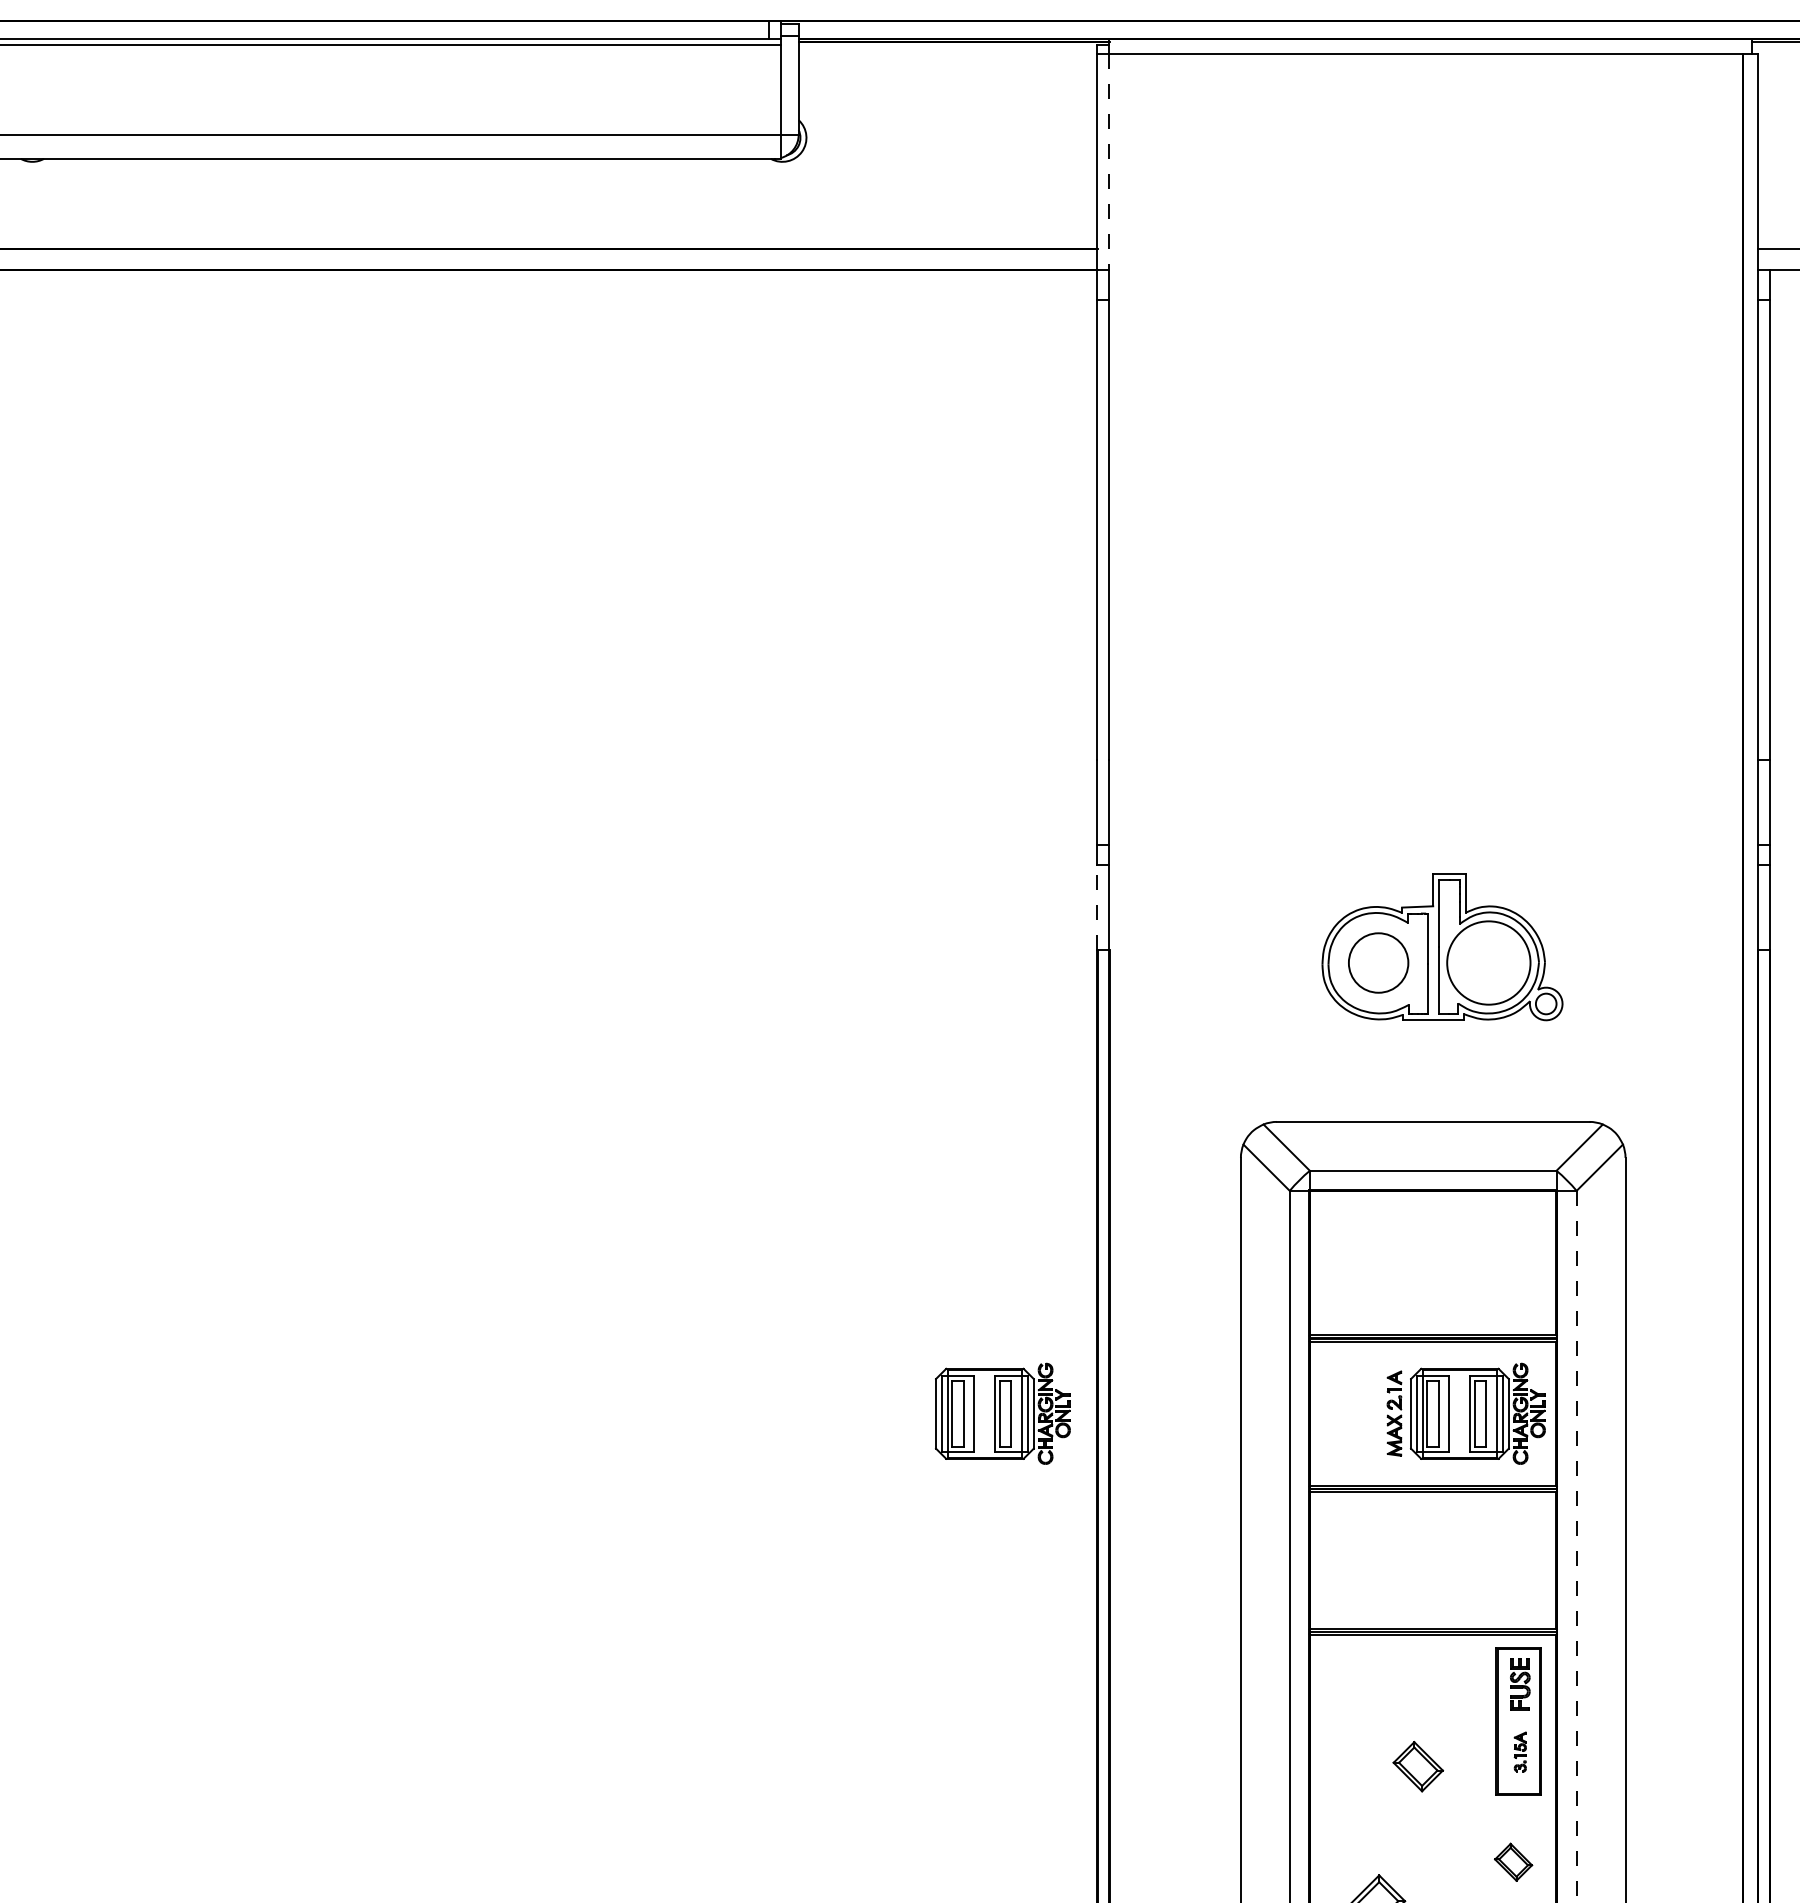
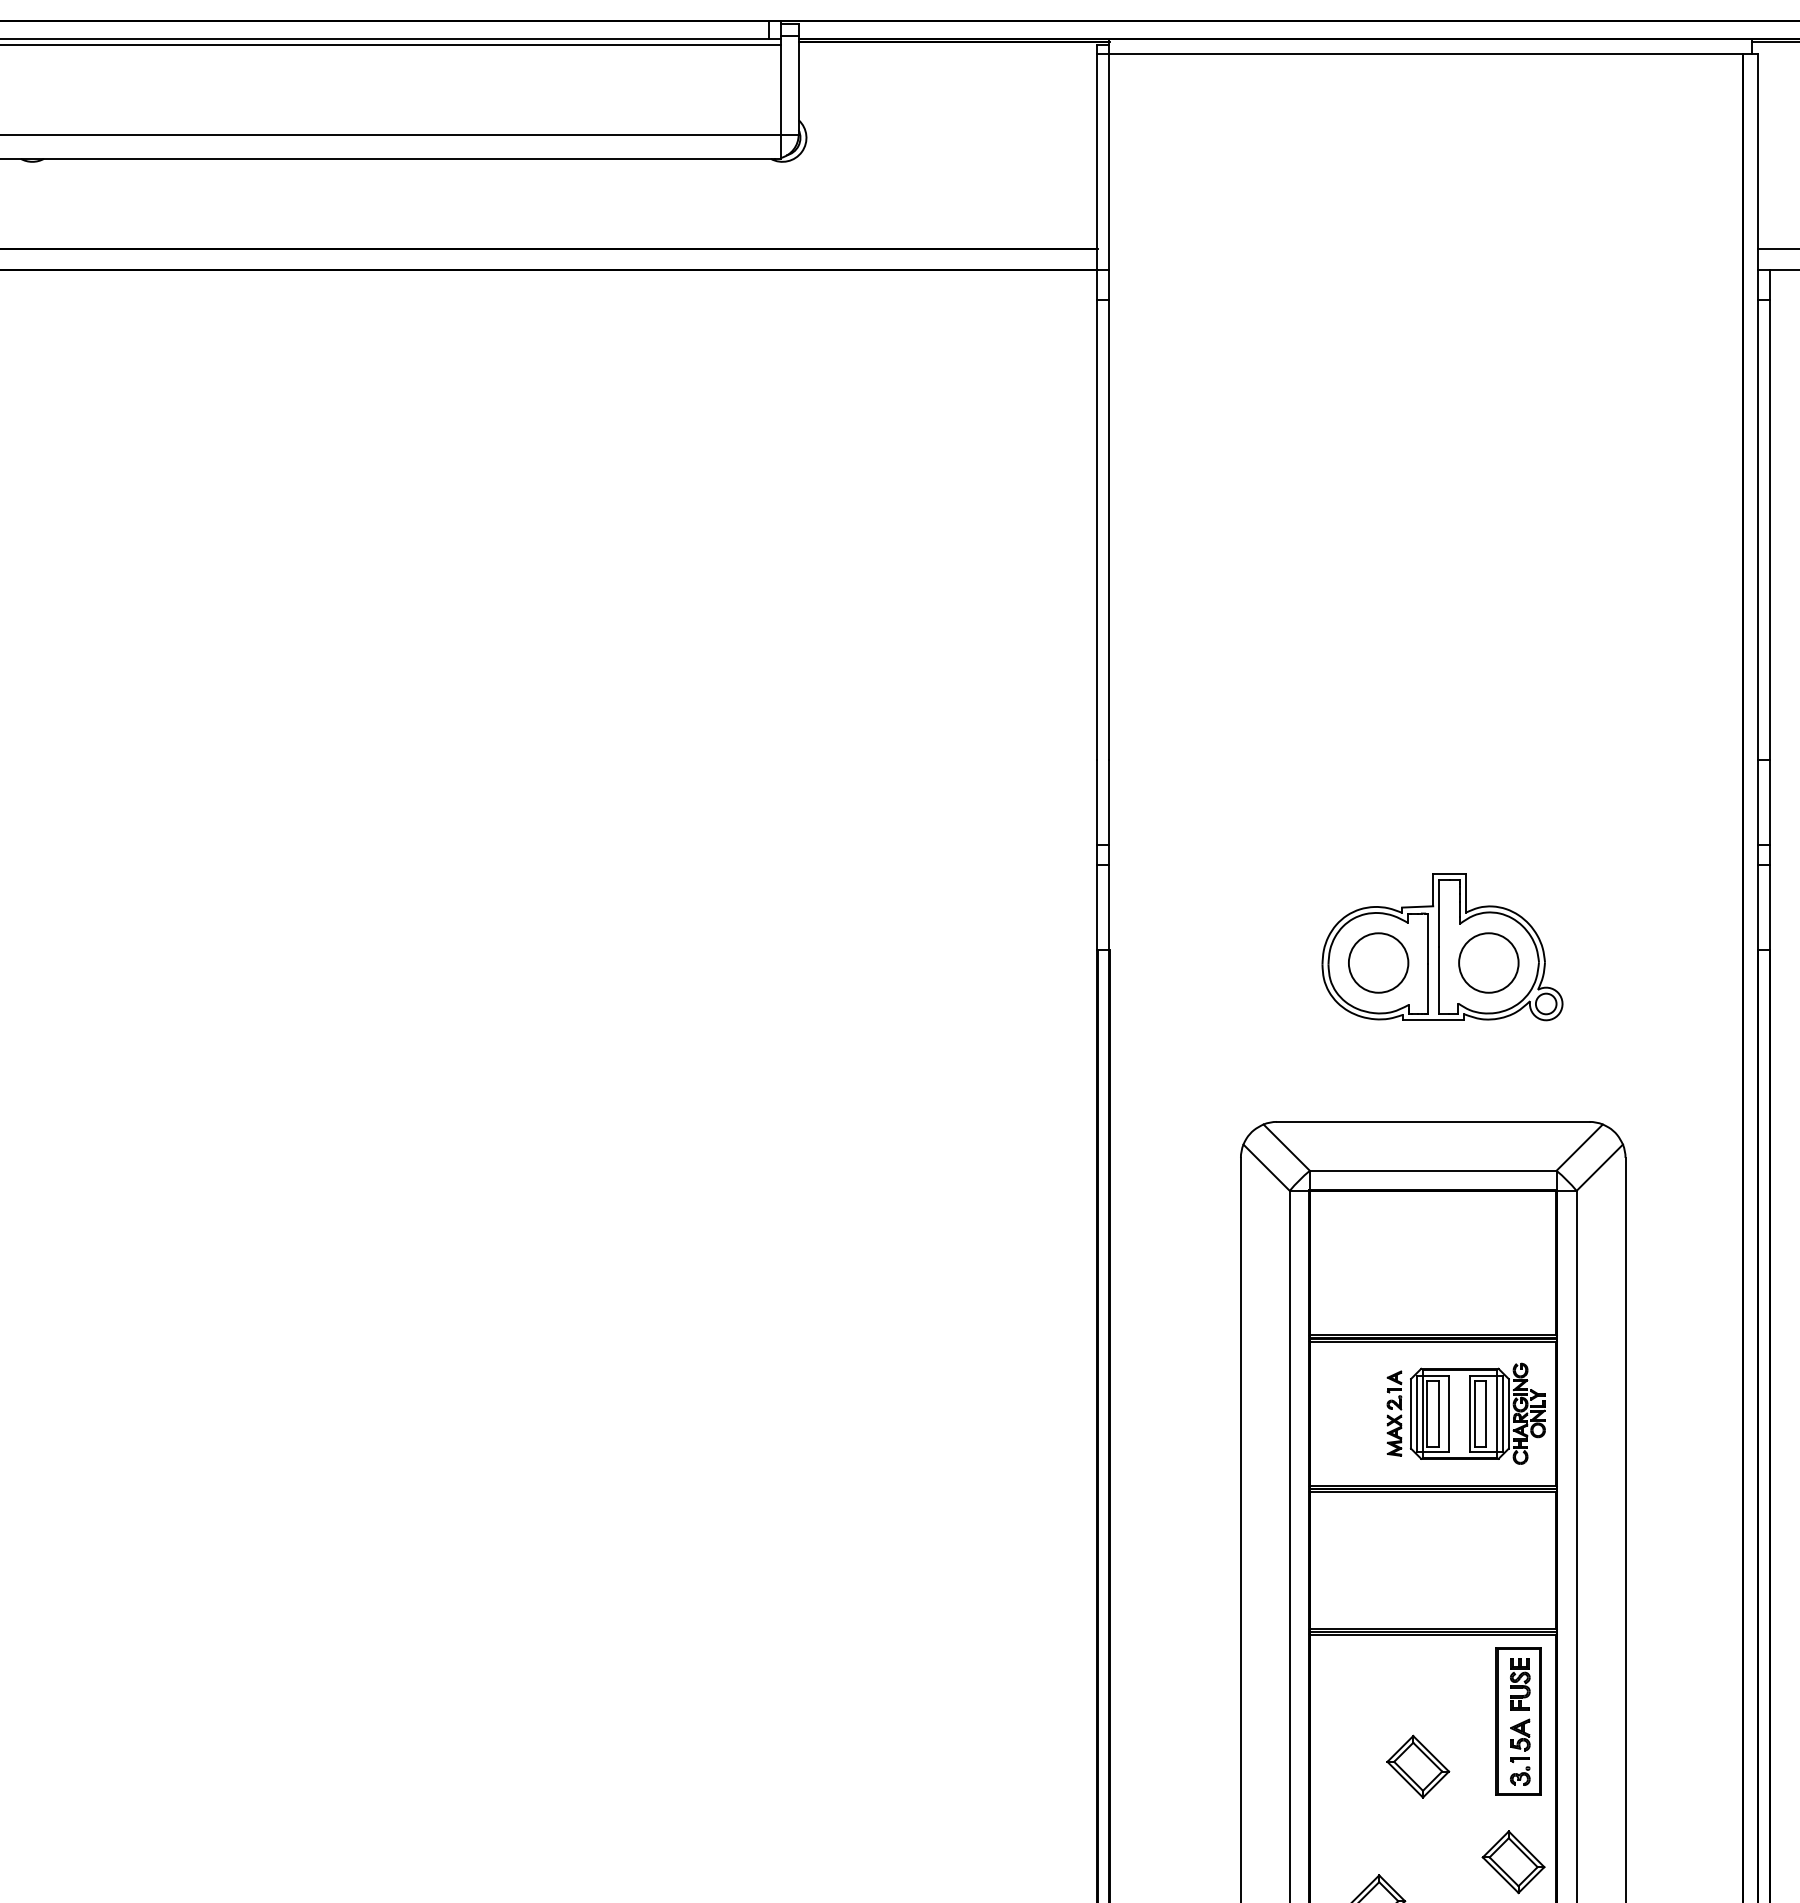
line at (1109, 162): dashed -> solid
line at (1097, 906): dashed -> solid
circle at (1488, 962) diameter: 83 px -> 60 px
part at (1002, 1413): present -> none
line at (1576, 1546): dashed -> solid
part at (1519, 1751) size: 14x42 px -> 21x68 px
part at (1418, 1766) size: 53x52 px -> 65x65 px
part at (1513, 1861) size: 40x40 px -> 65x65 px
